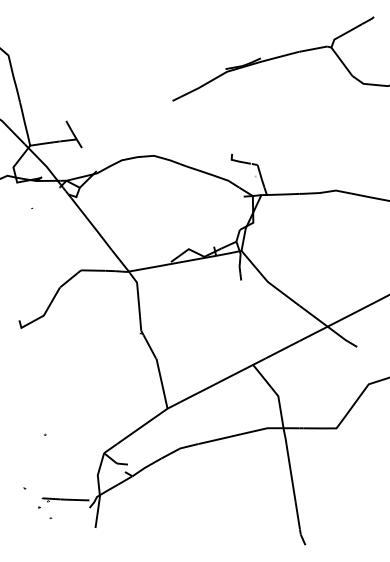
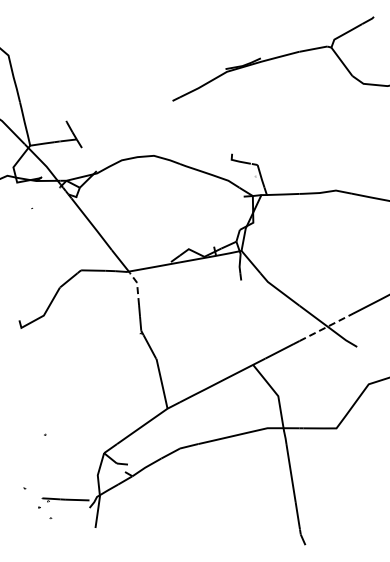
line at (137, 287): solid -> dashed
line at (326, 327): solid -> dashed
